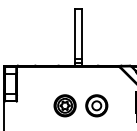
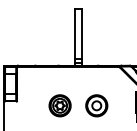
part at (64, 105) position: (64, 105) -> (59, 105)
